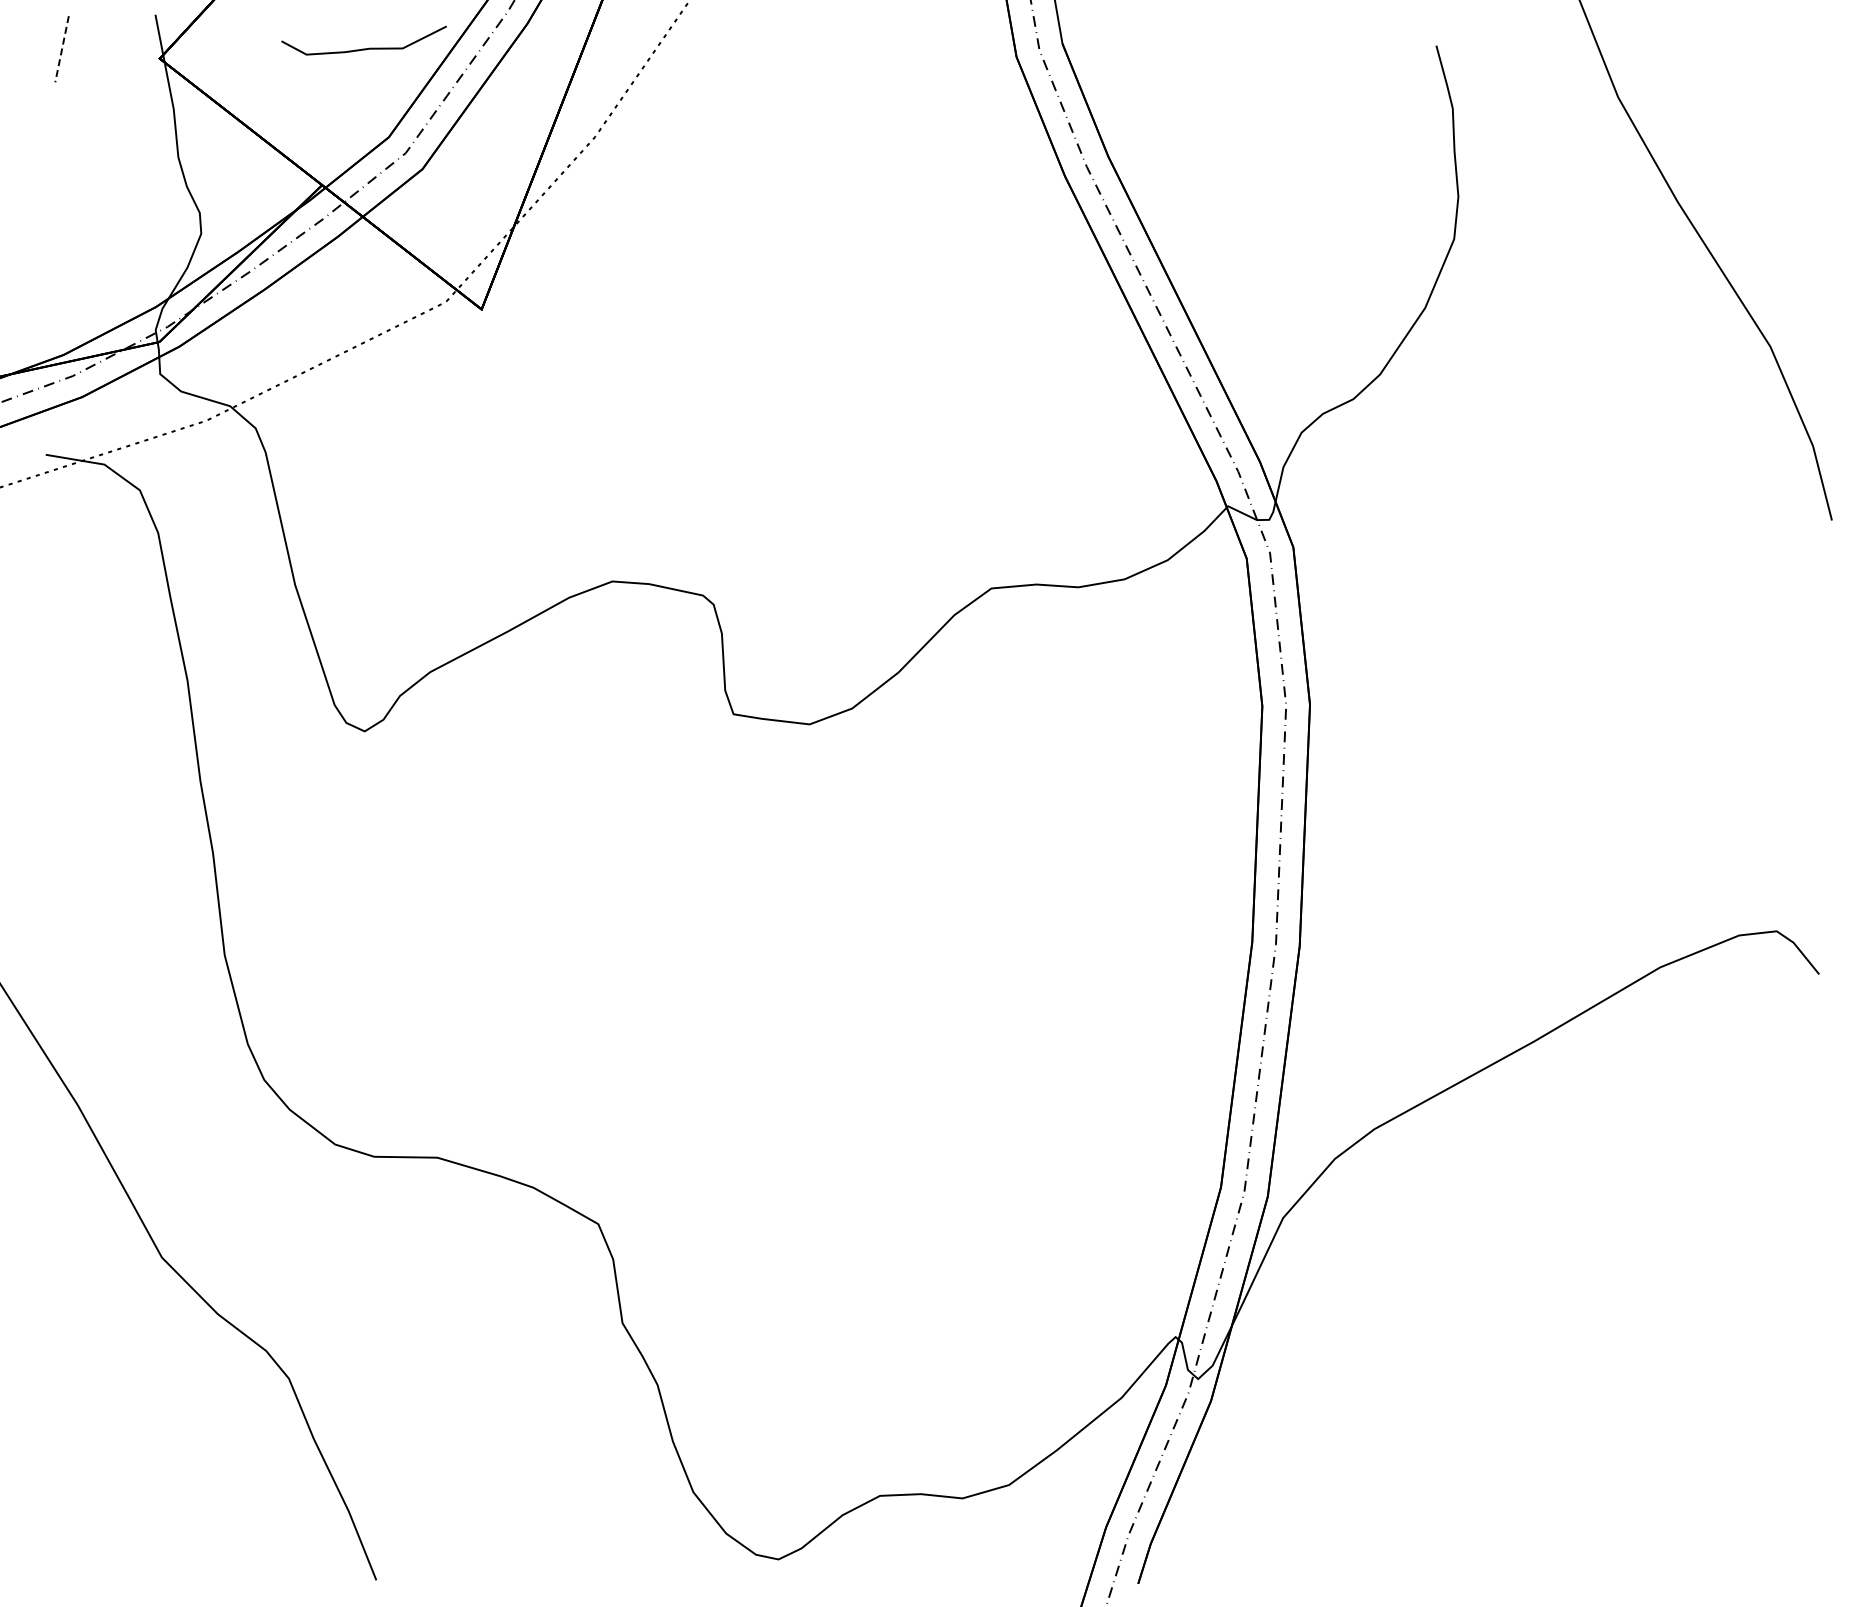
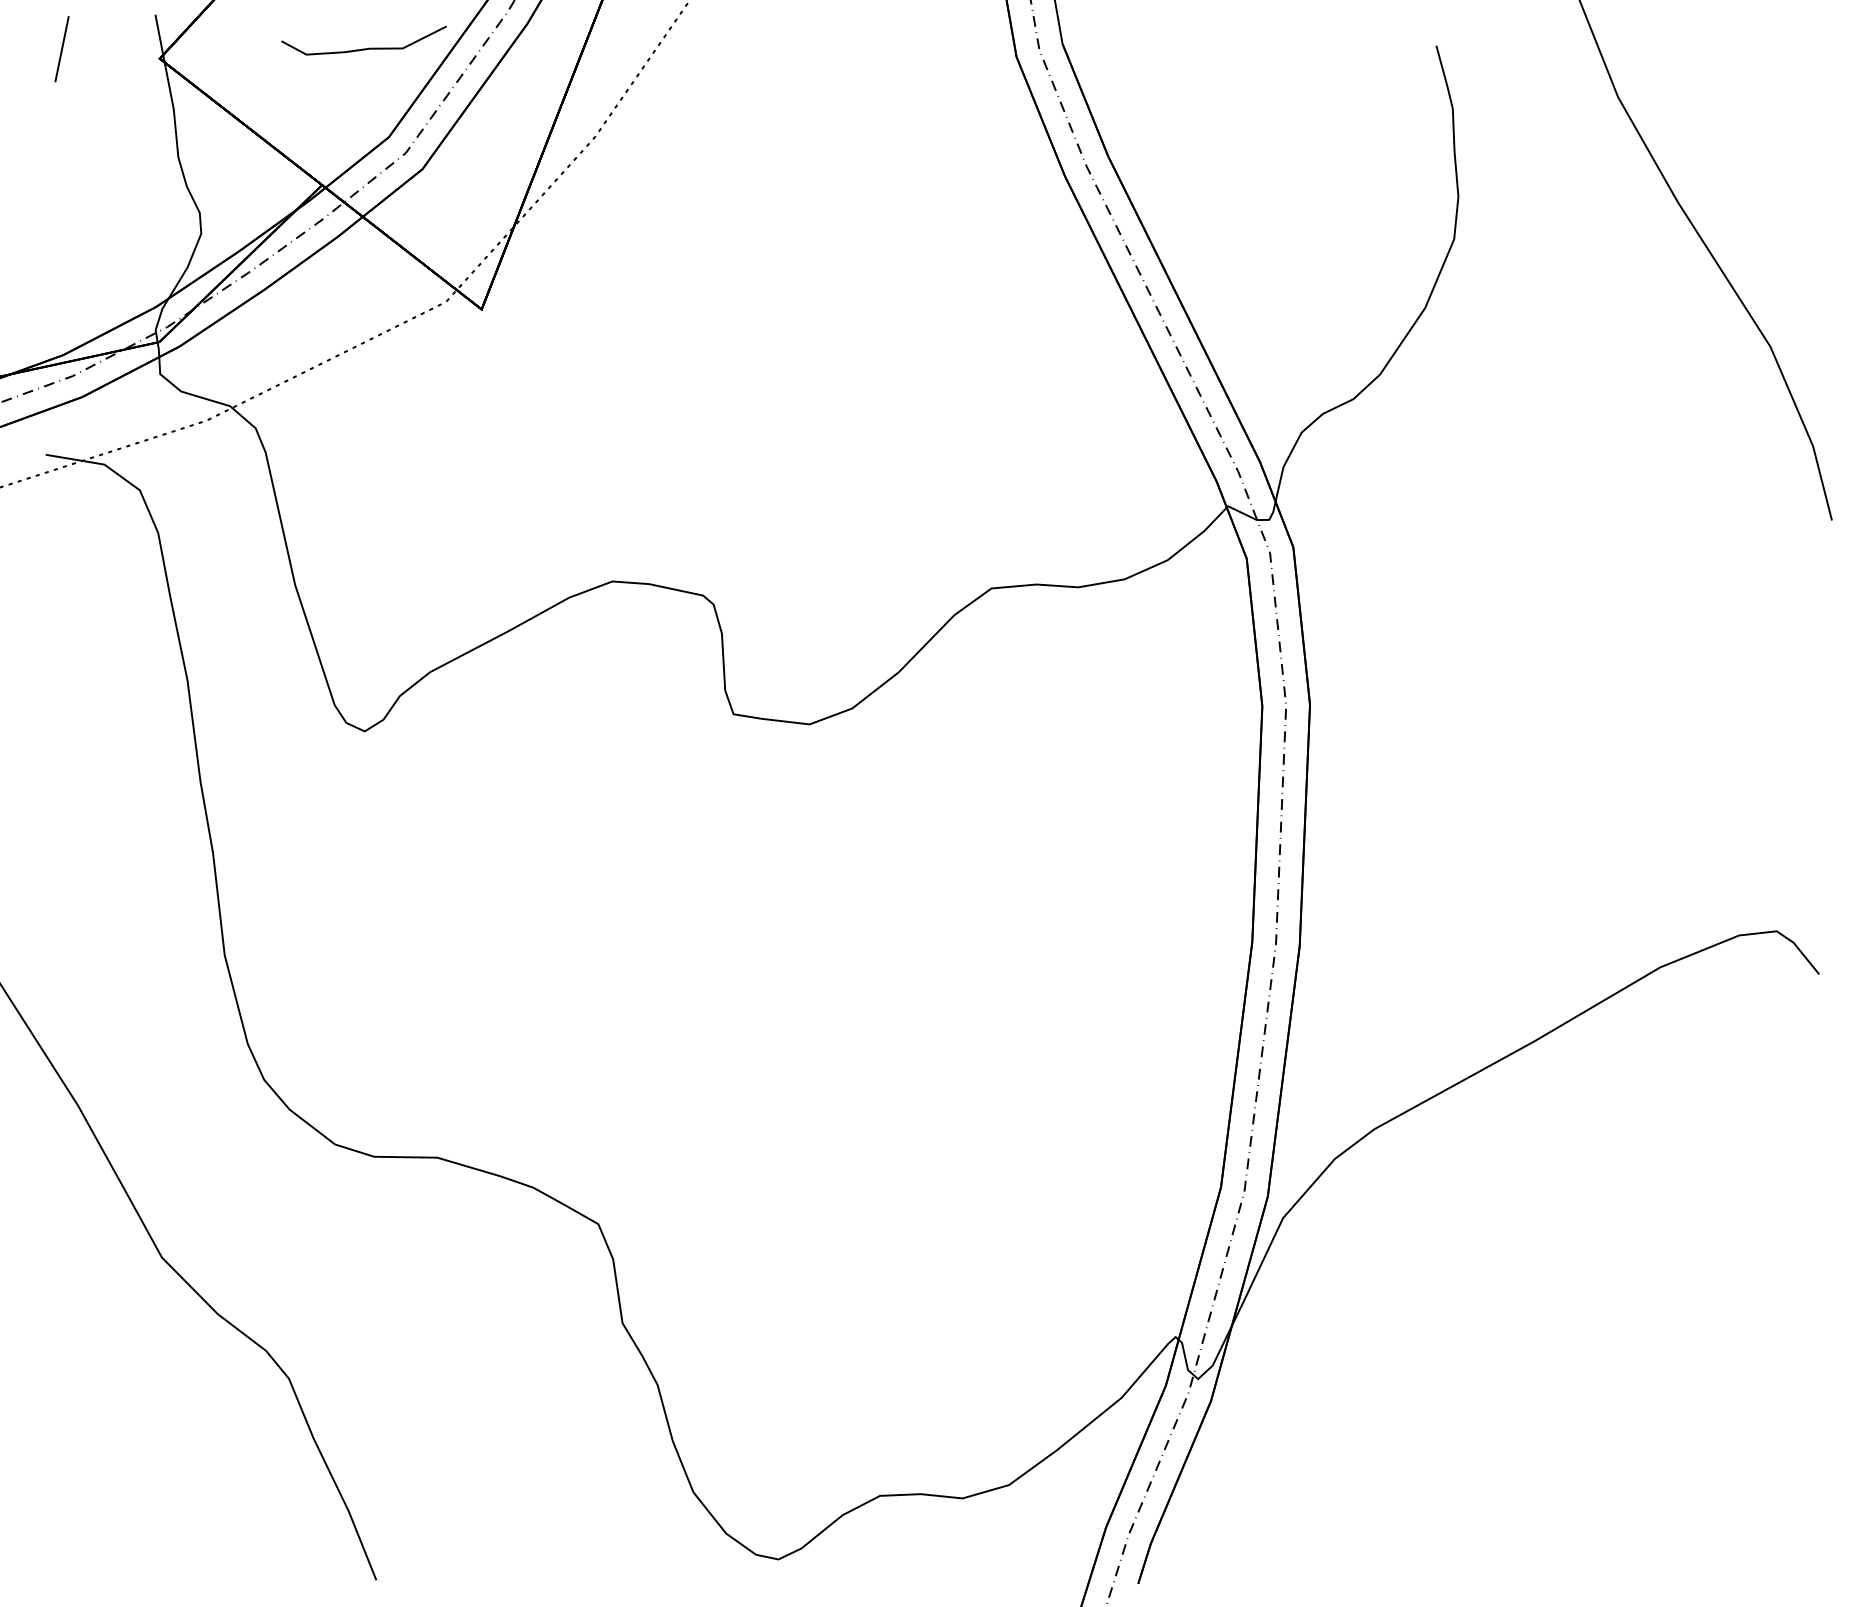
line at (62, 49): dashed -> solid
